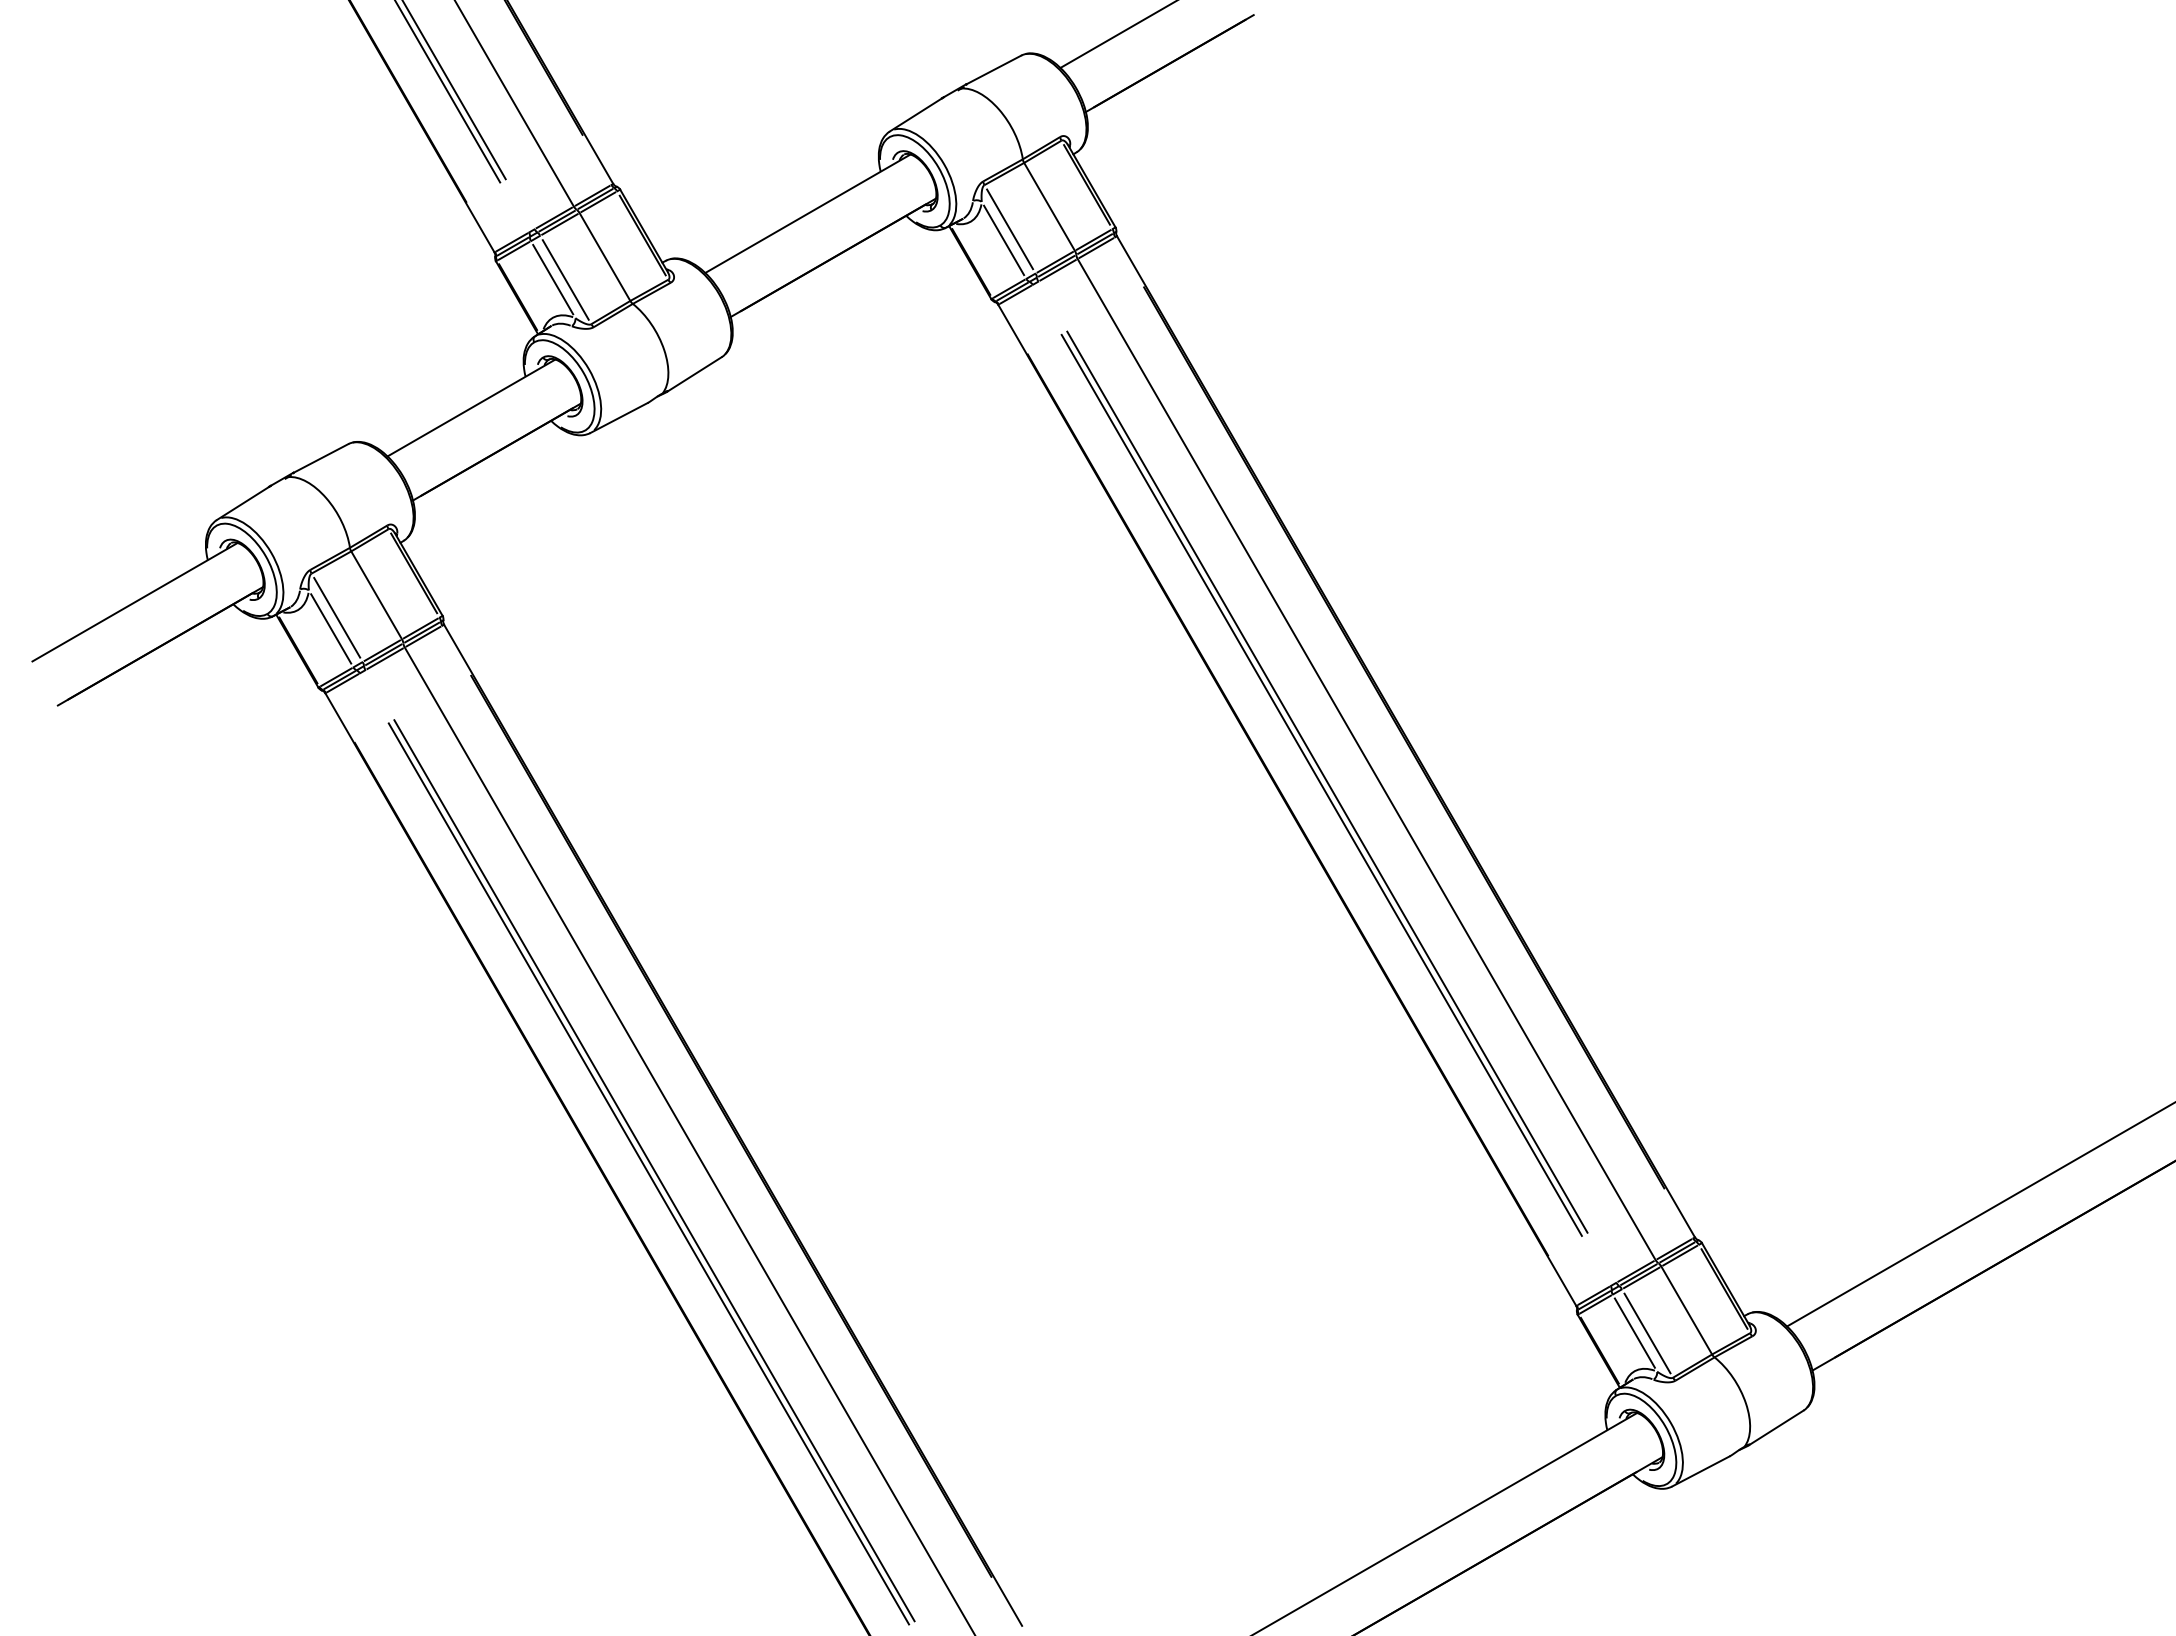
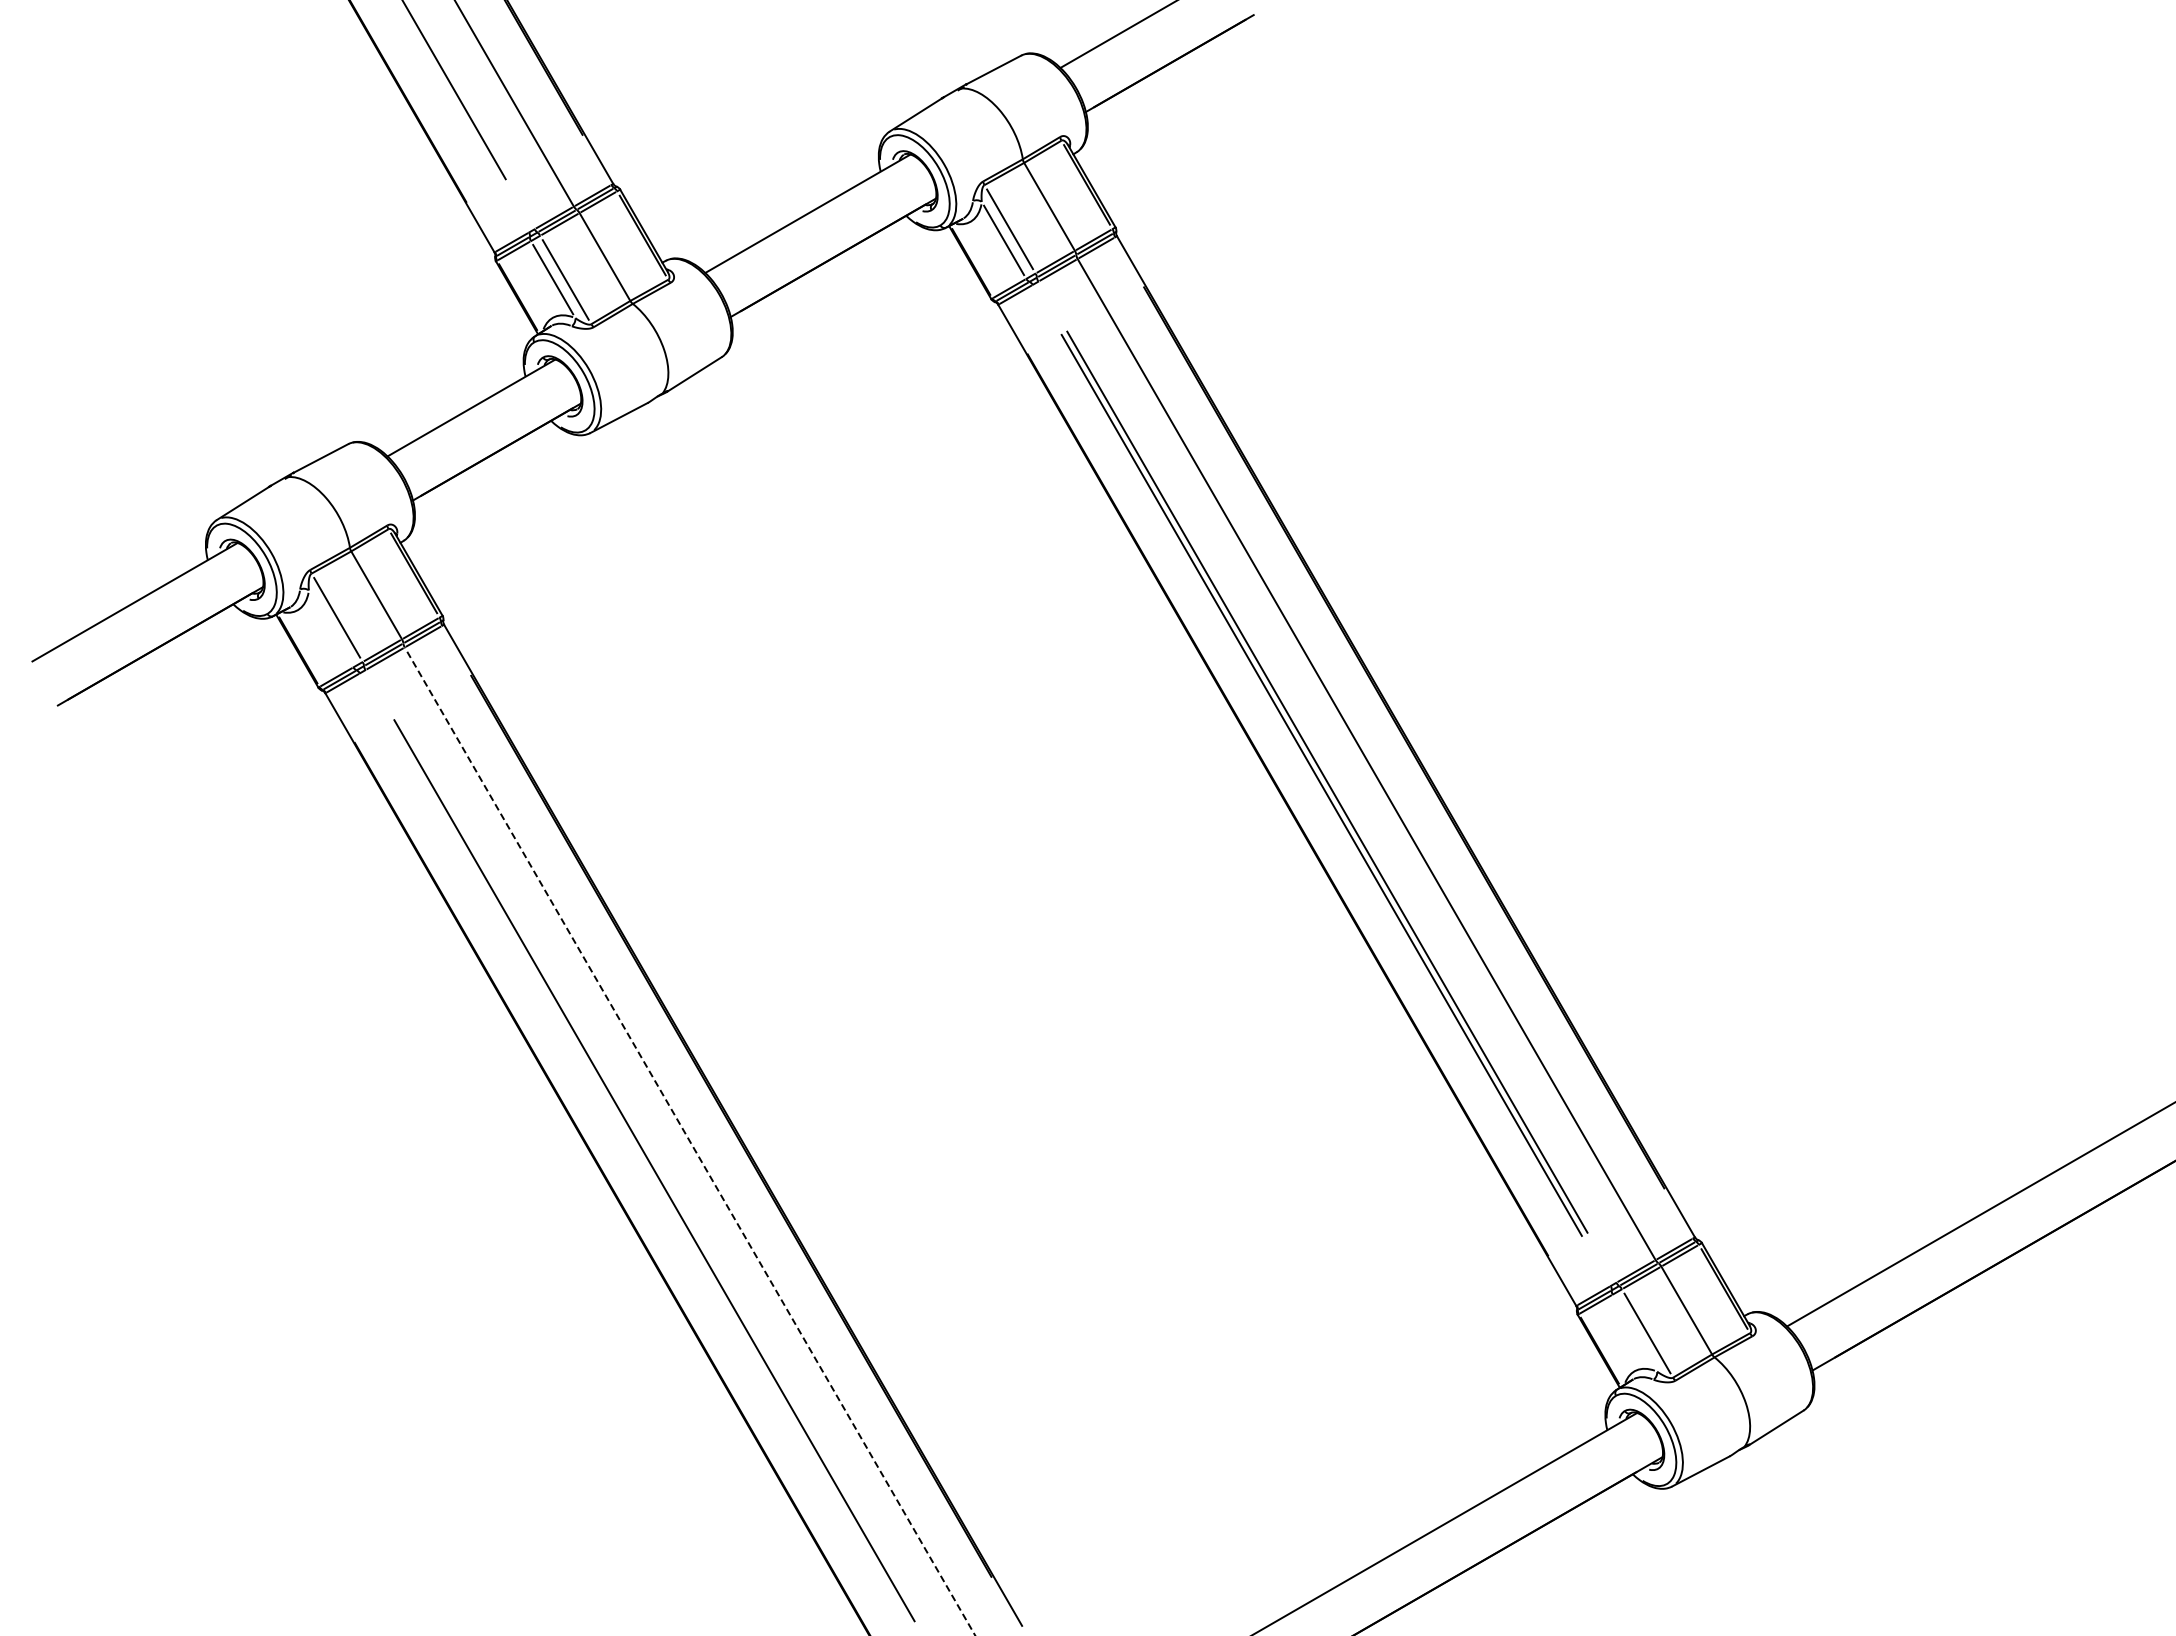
line at (448, 92): present -> none
line at (331, 628): present -> none
line at (690, 1141): solid -> dashed
line at (648, 1173): present -> none
line at (1634, 1332): present -> none
